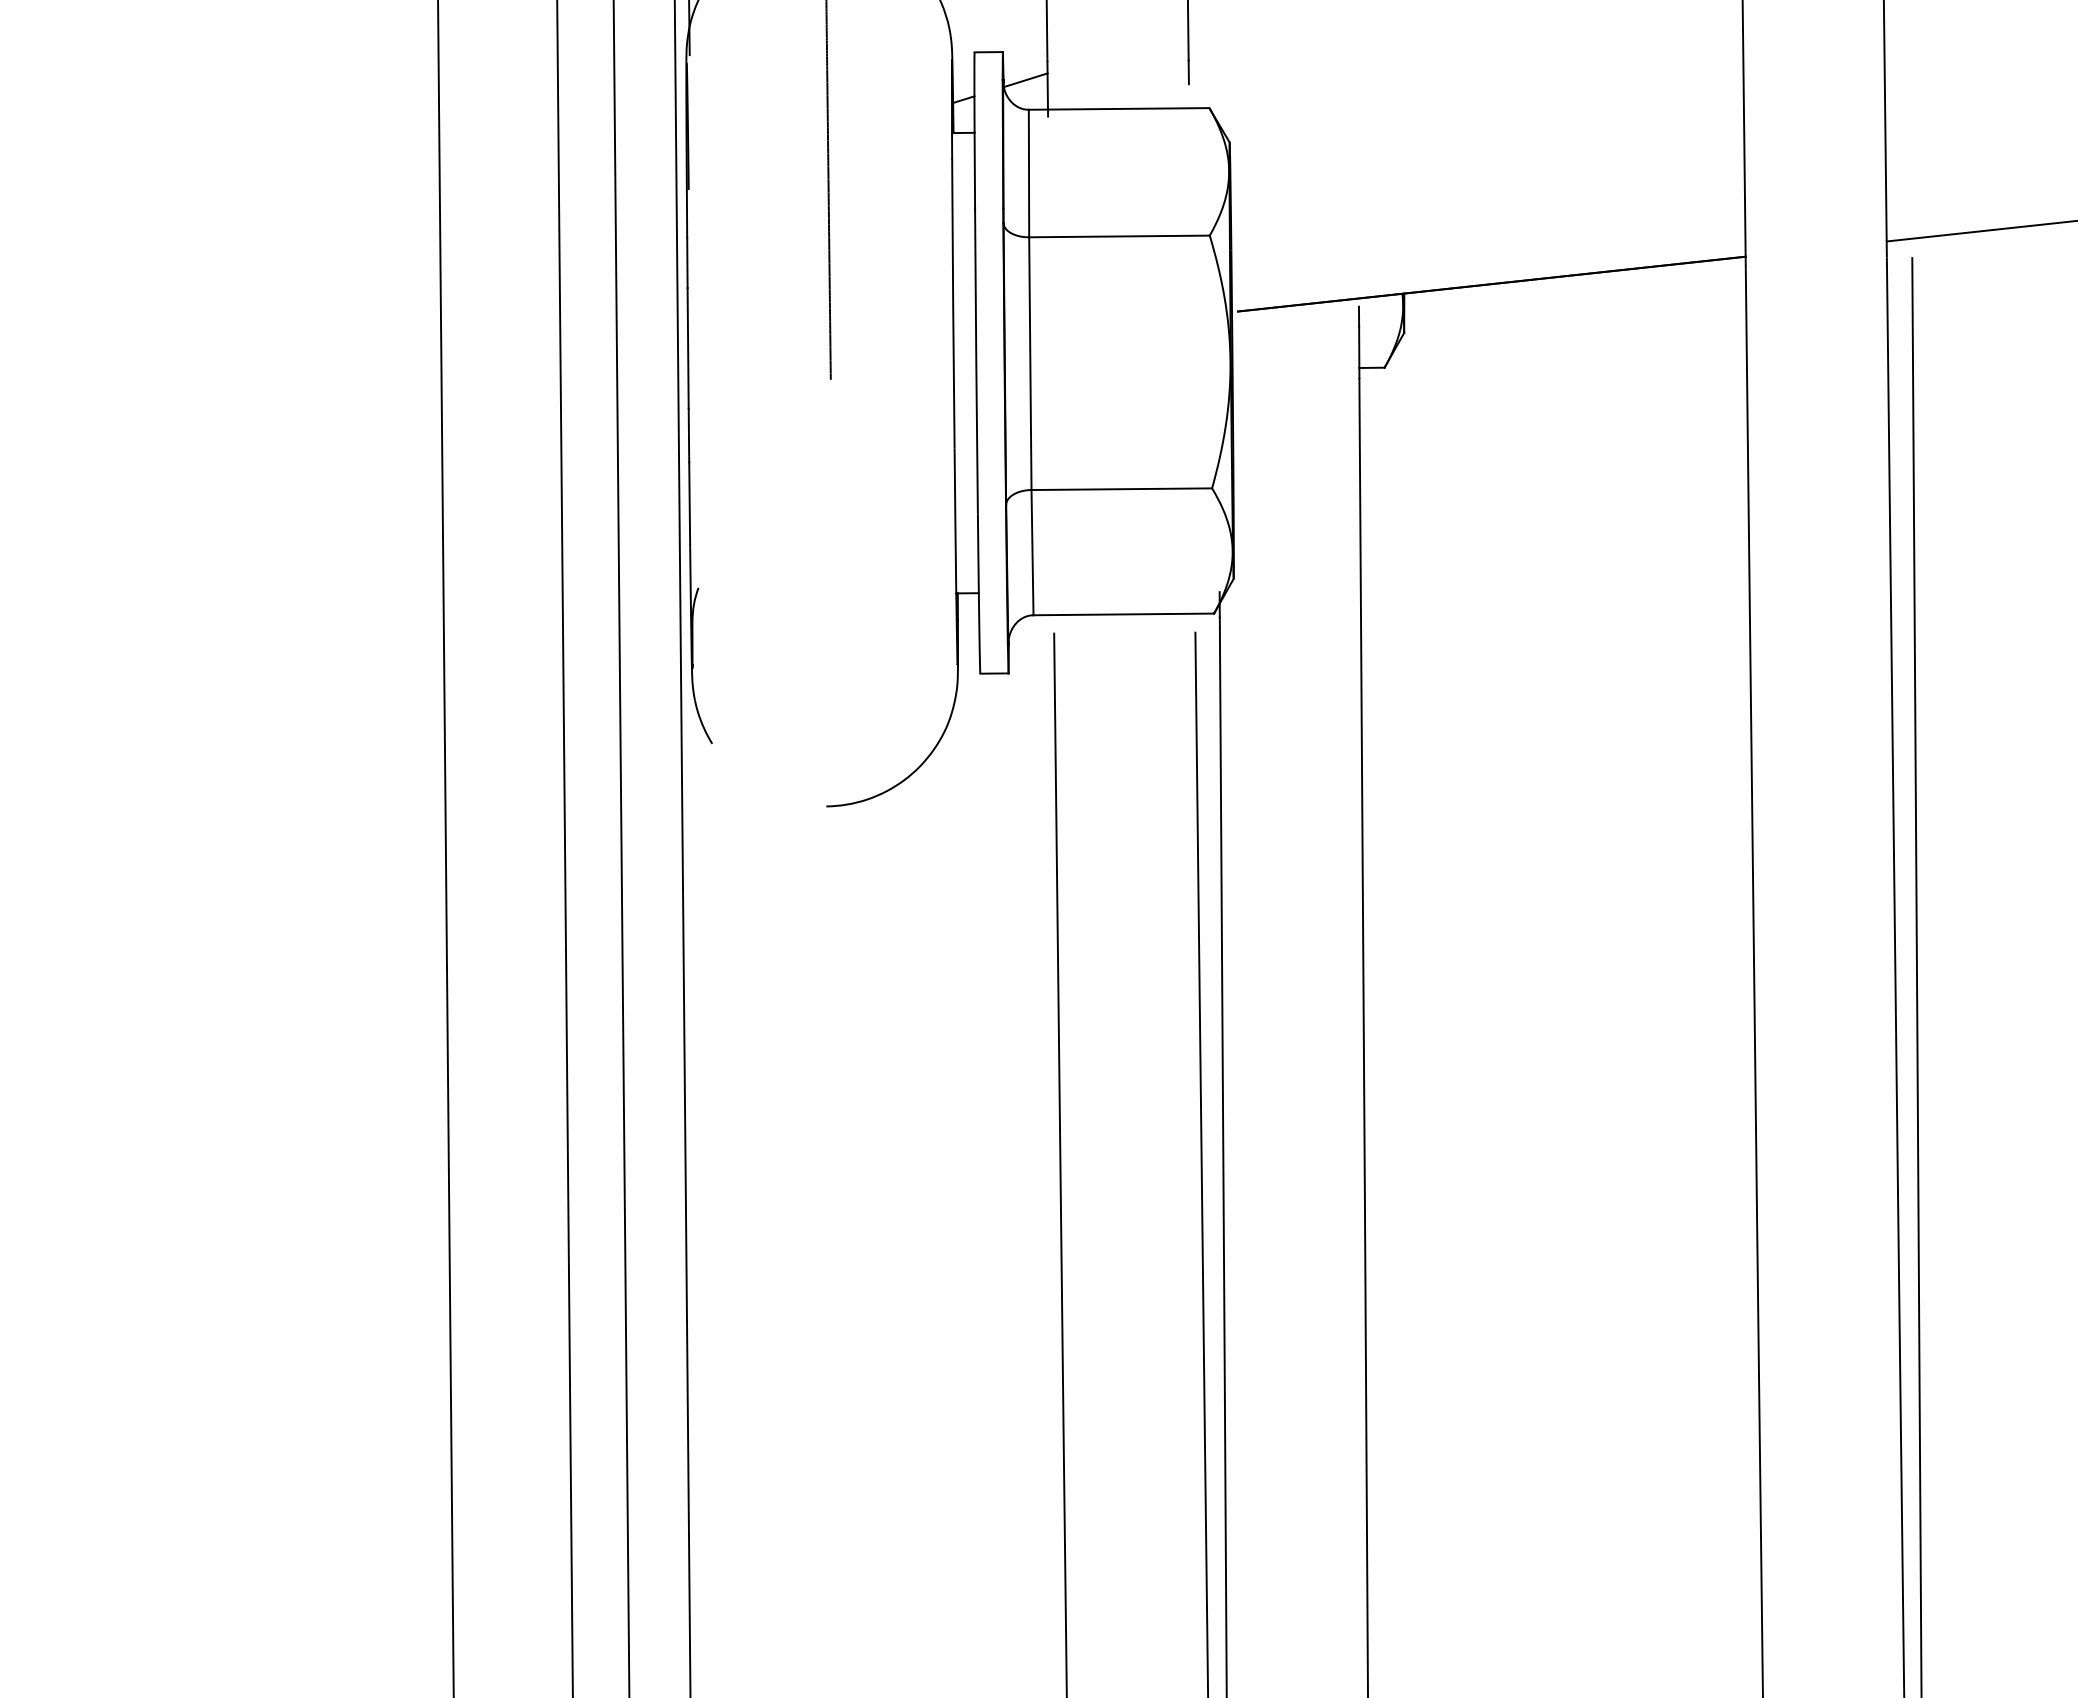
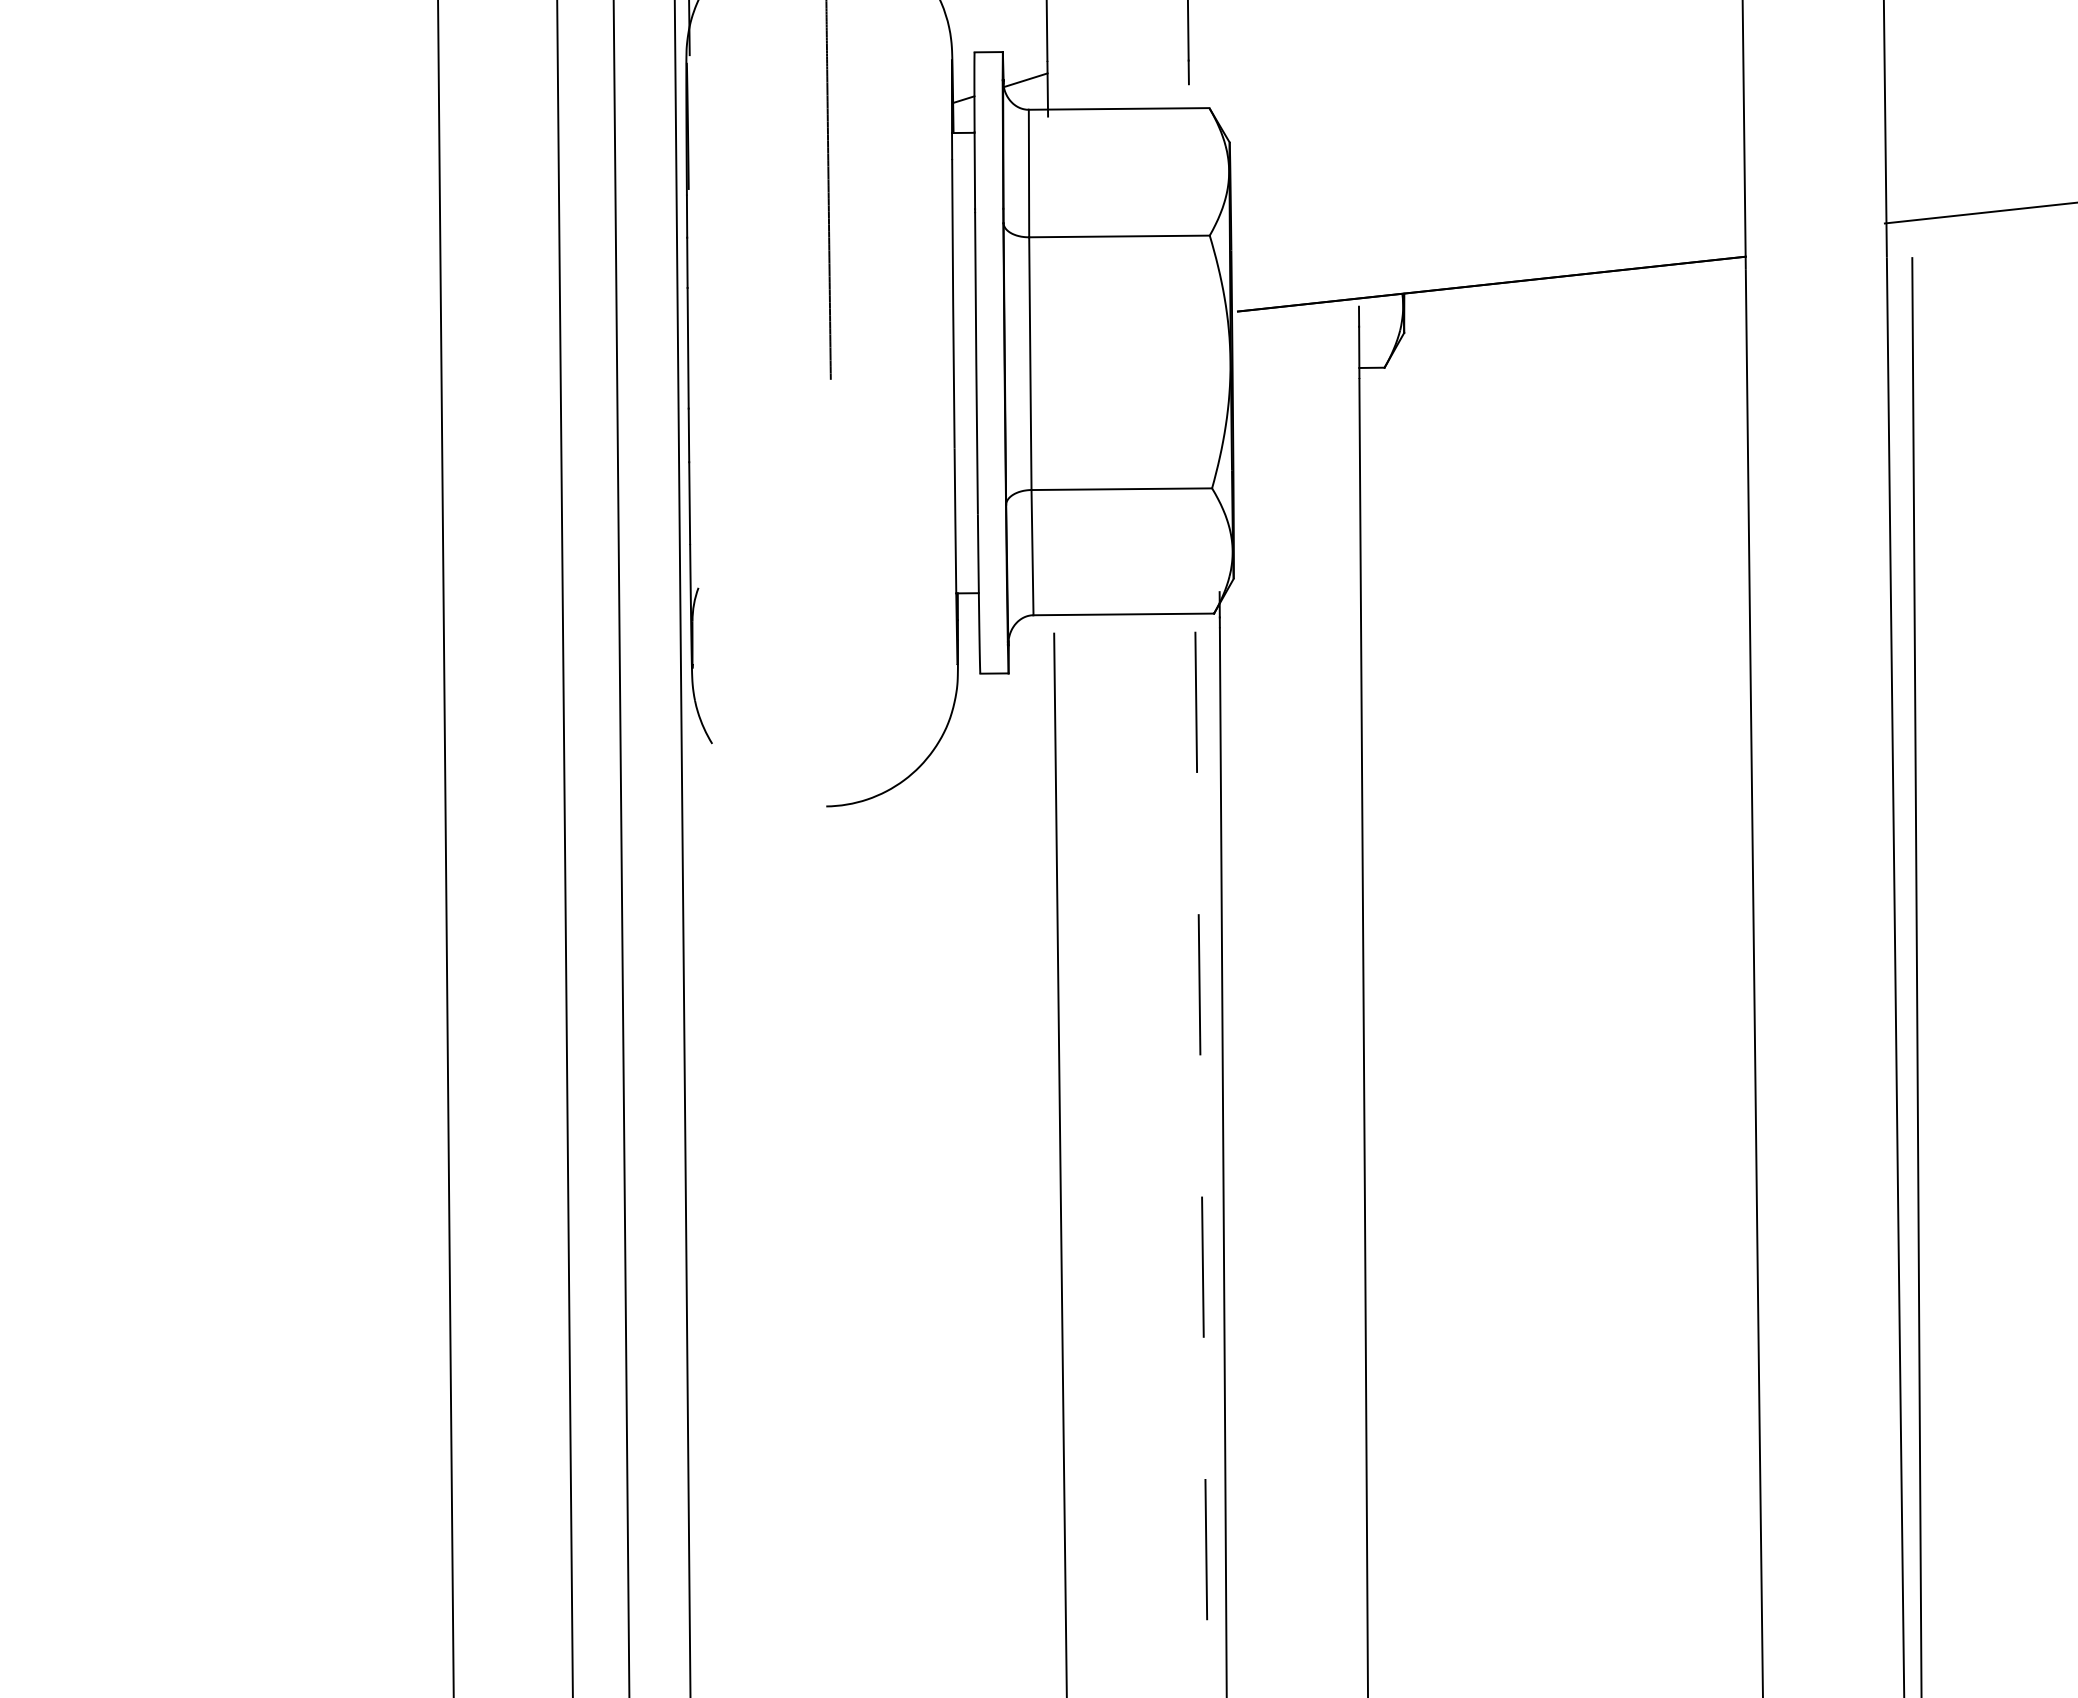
line at (1980, 231) position: (1980, 231) -> (1979, 212)
arc at (1201, 1164): solid -> dashed
